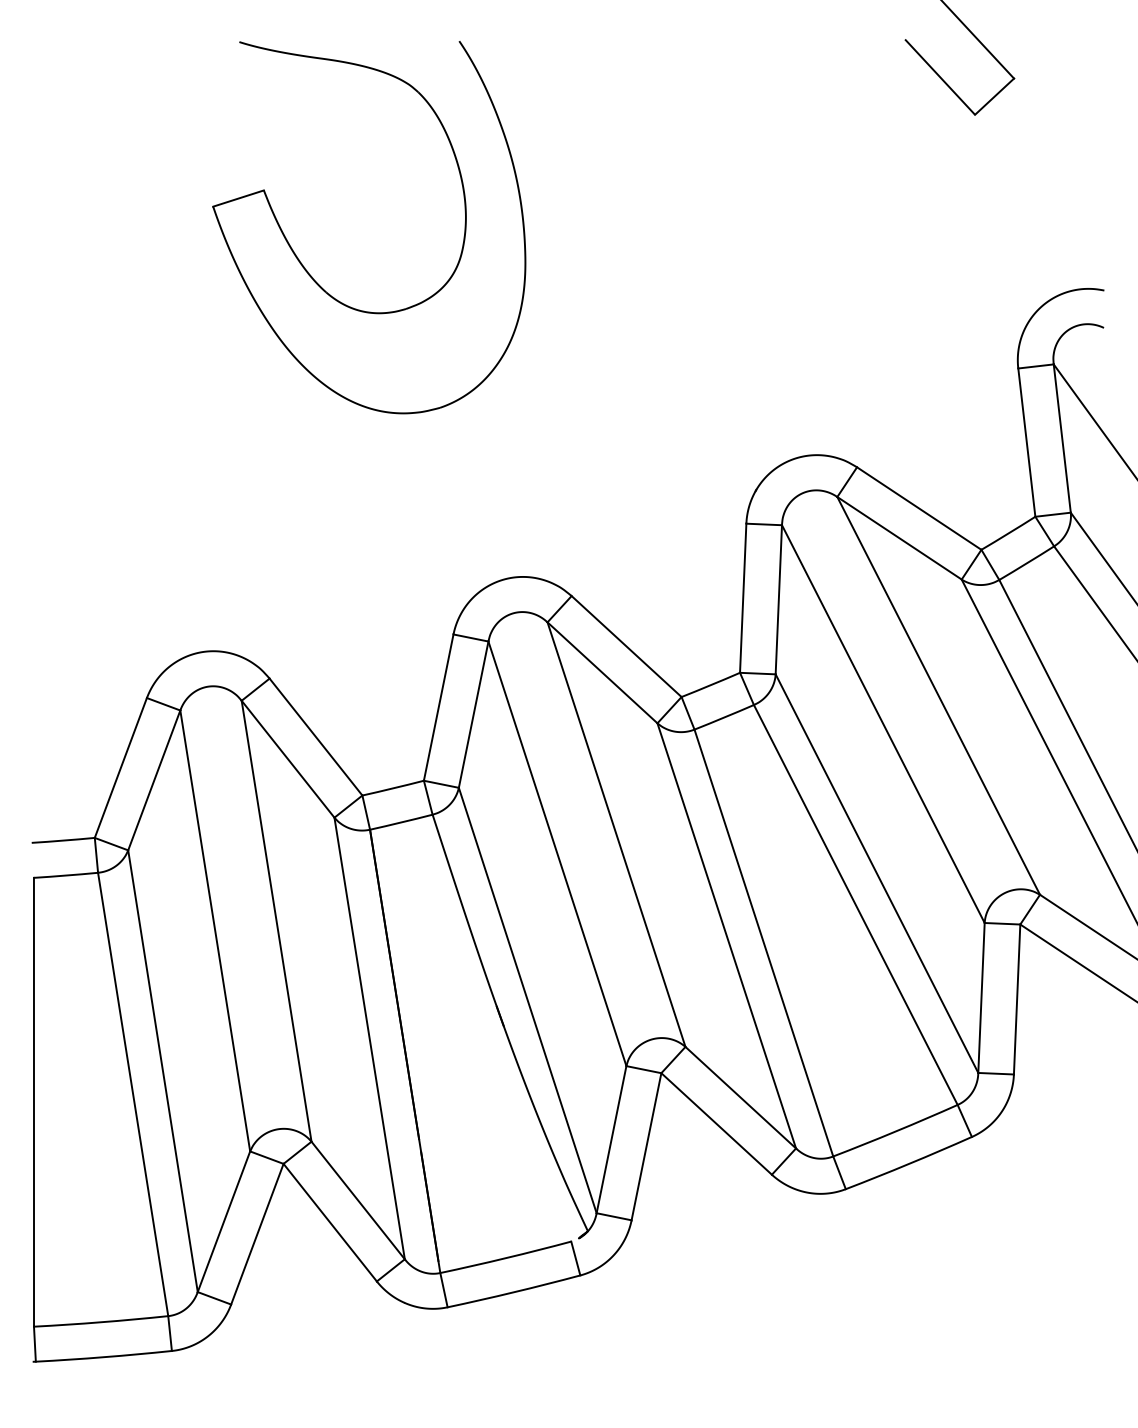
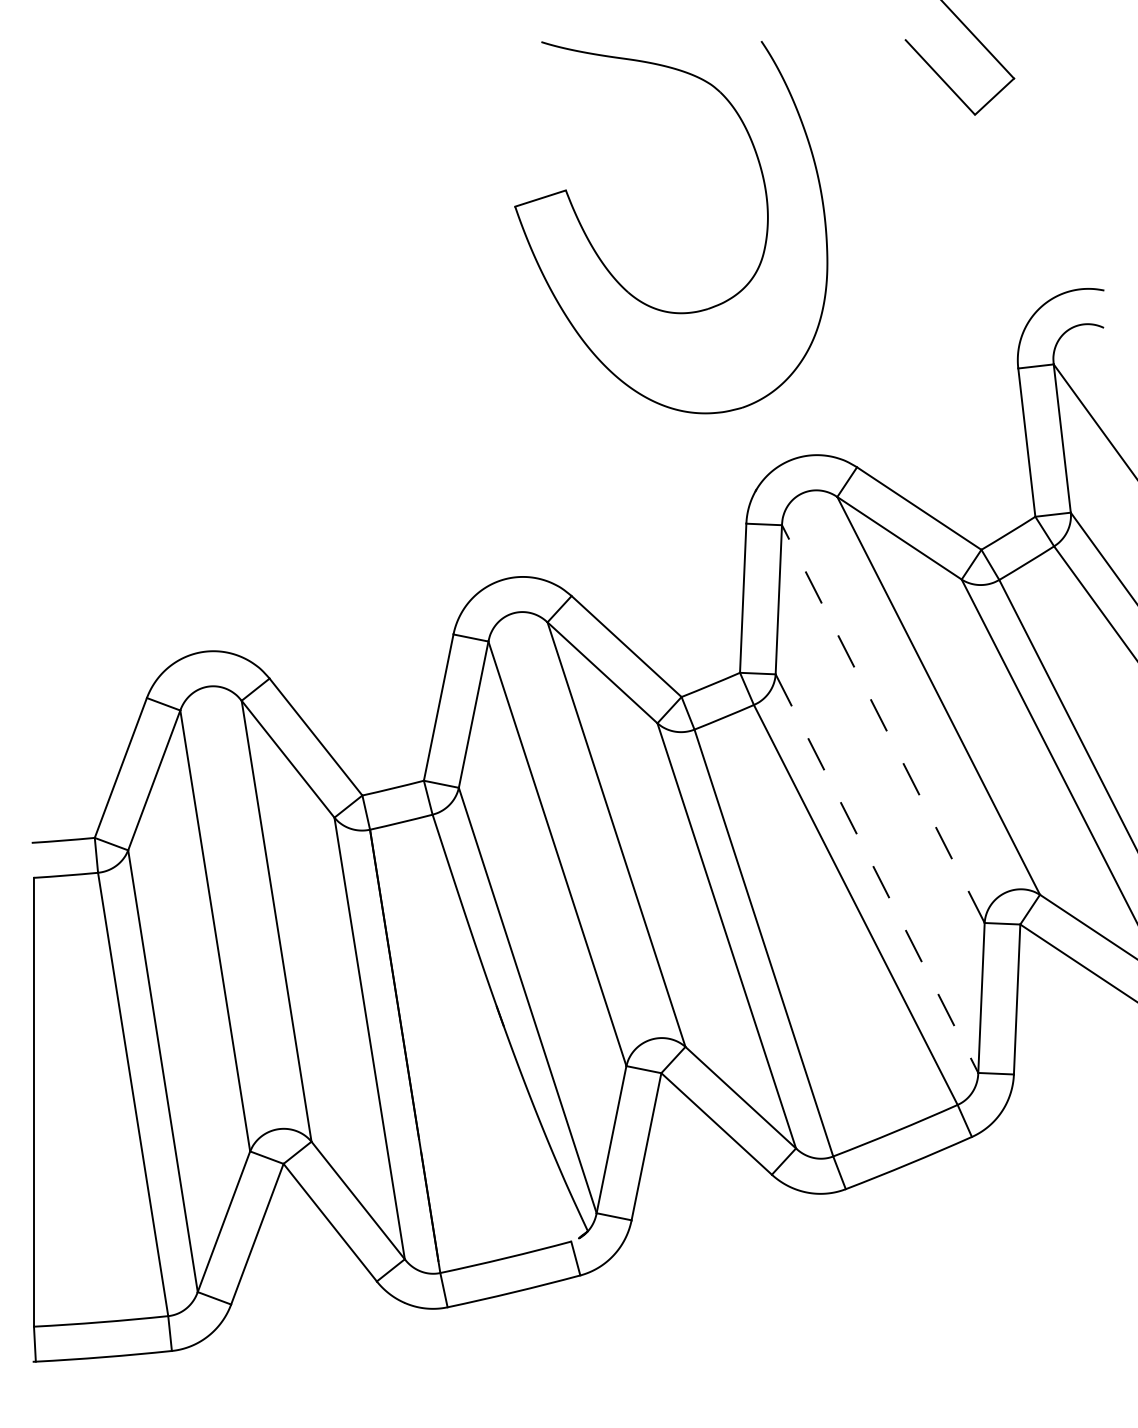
part at (312, 276) position: (312, 276) -> (614, 276)
line at (883, 723): solid -> dashed
line at (876, 873): solid -> dashed
